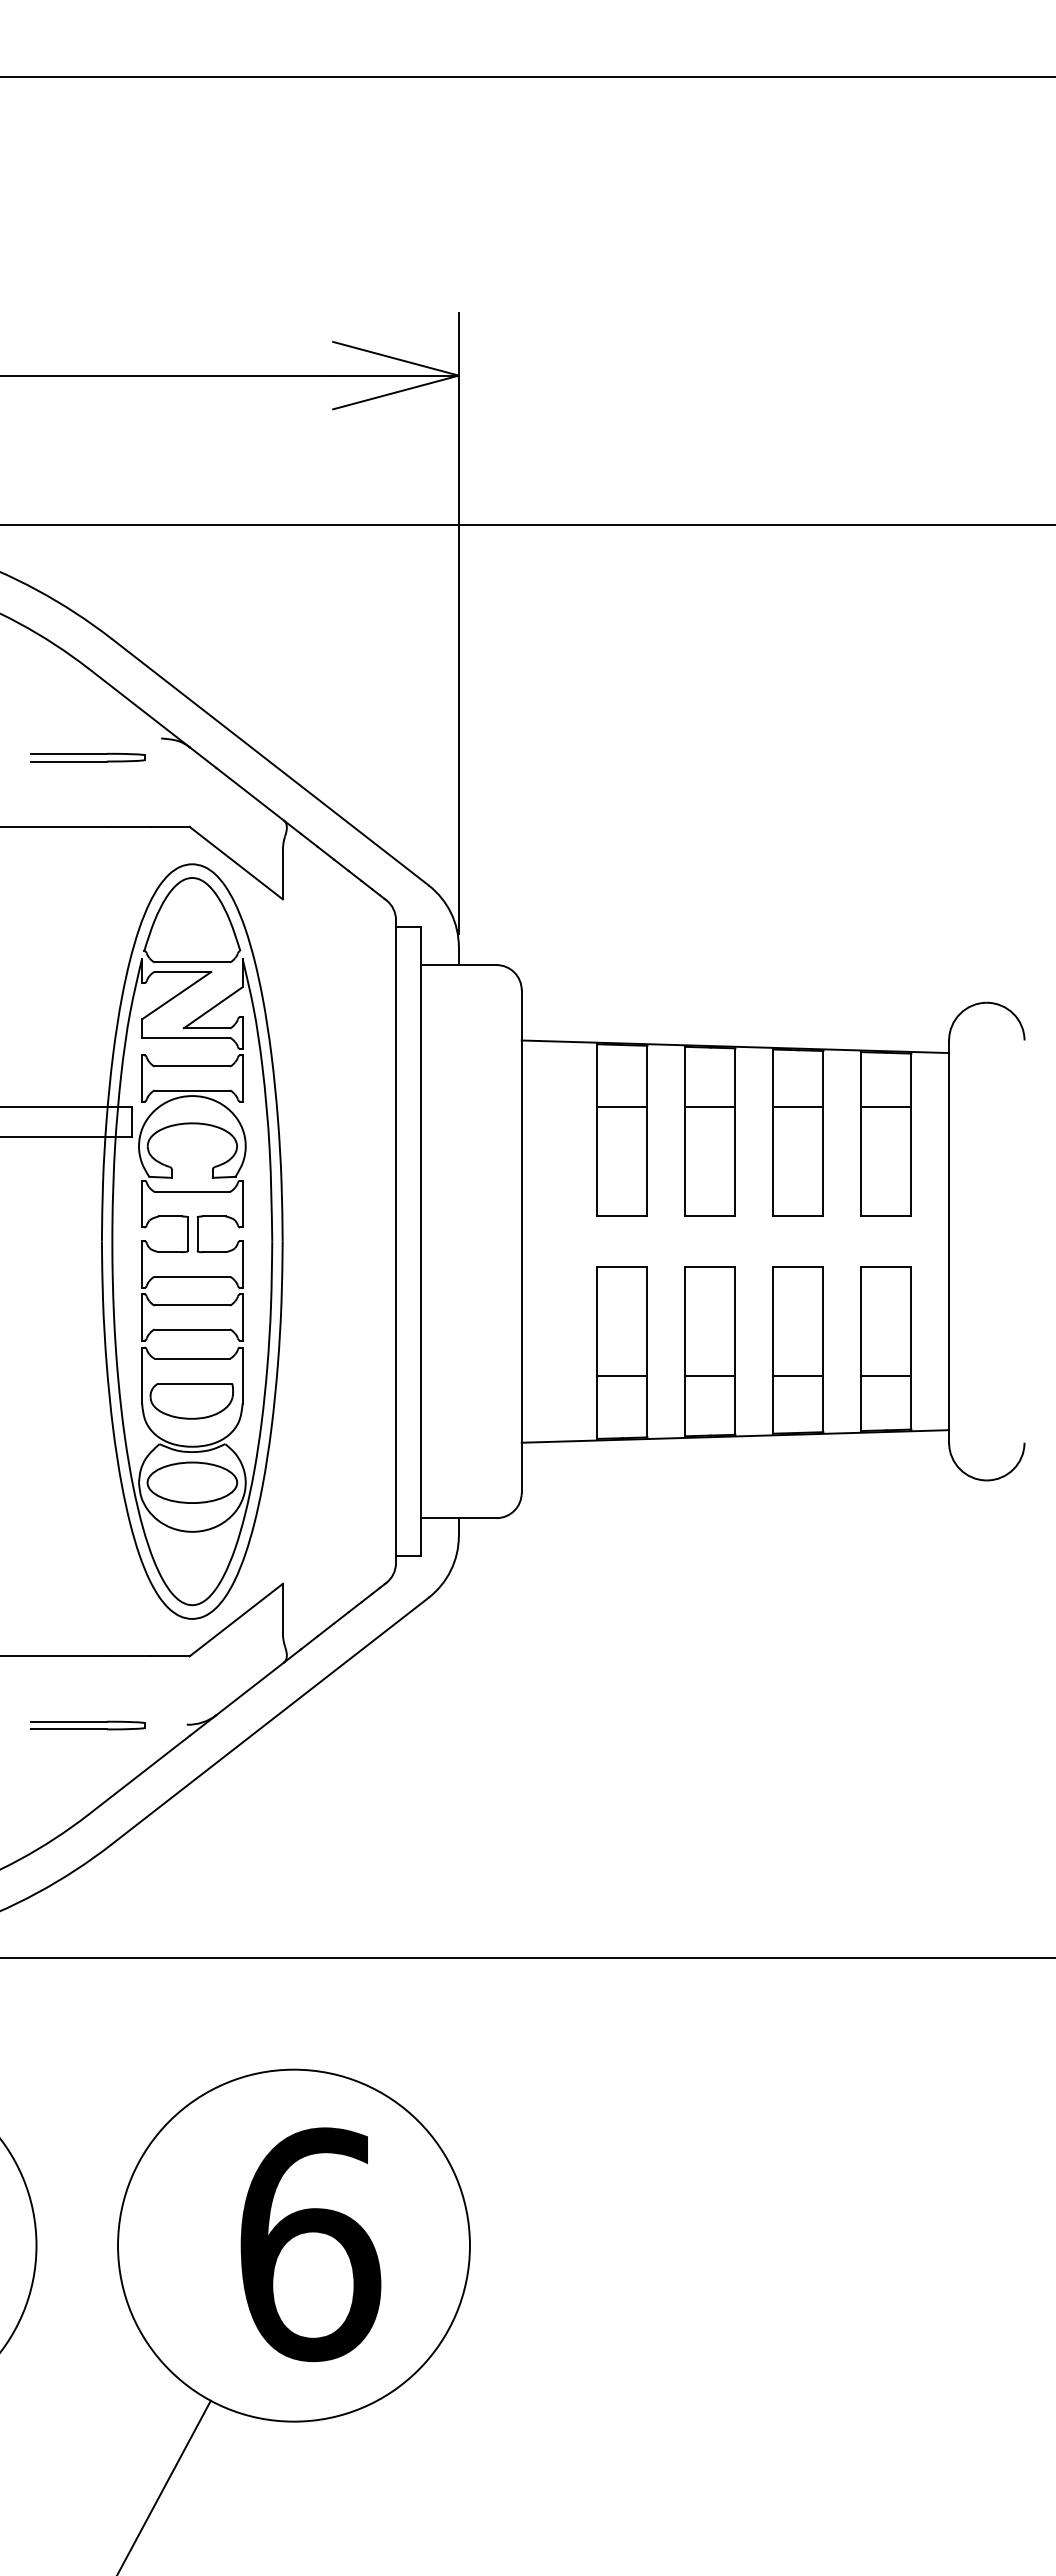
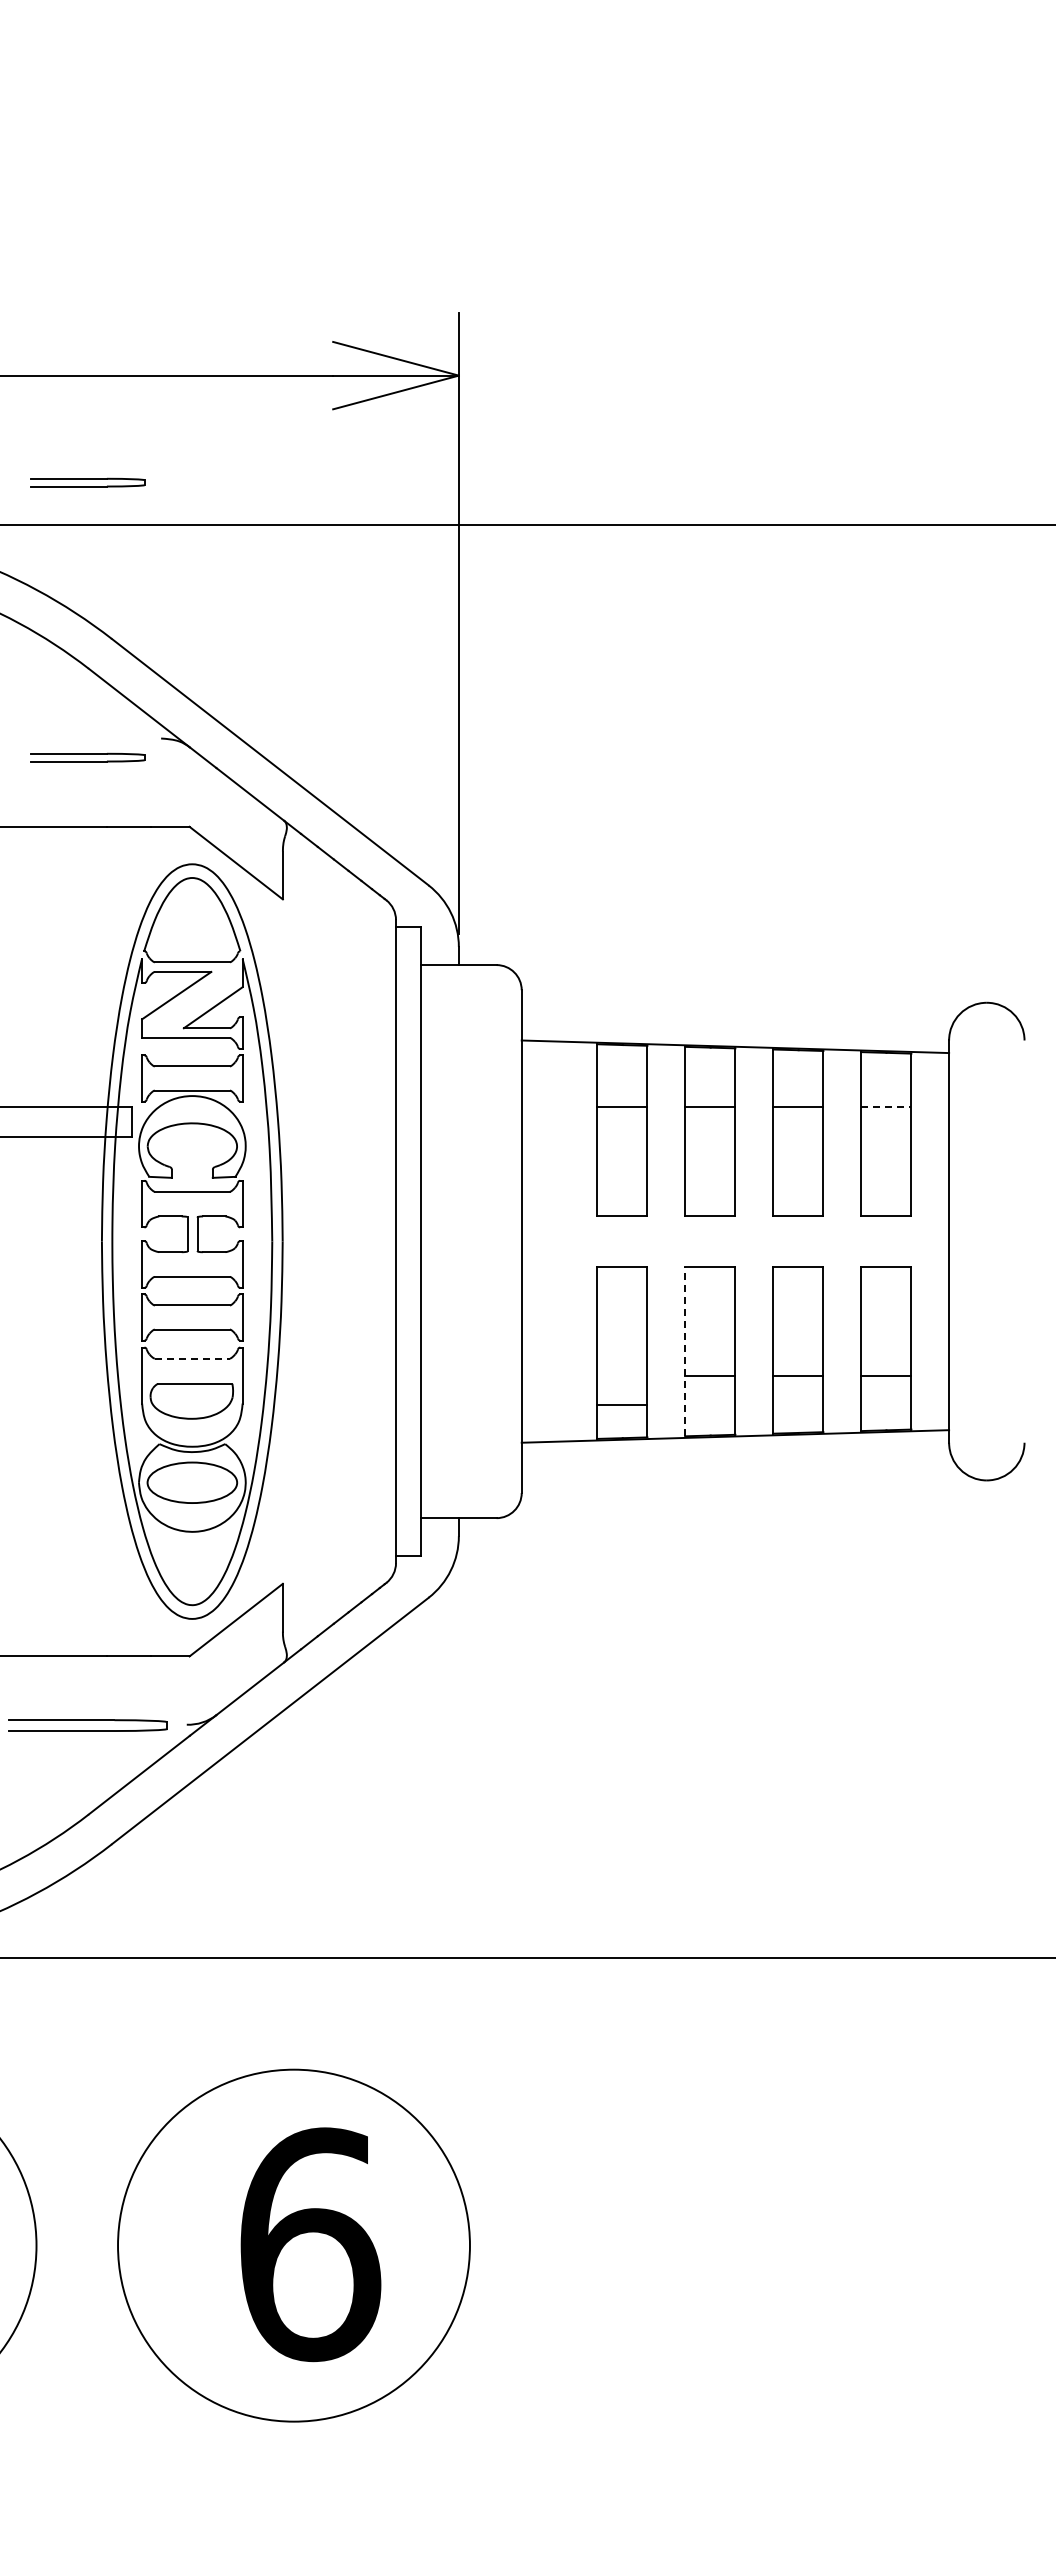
line at (527, 77): present -> none
part at (87, 482): none -> present
line at (886, 1106): solid -> dashed
line at (685, 1351): solid -> dashed
line at (192, 1358): solid -> dashed
line at (622, 1376) position: (622, 1376) -> (622, 1405)
part at (87, 1725) size: 116x11 px -> 160x13 px
line at (164, 2486): present -> none
